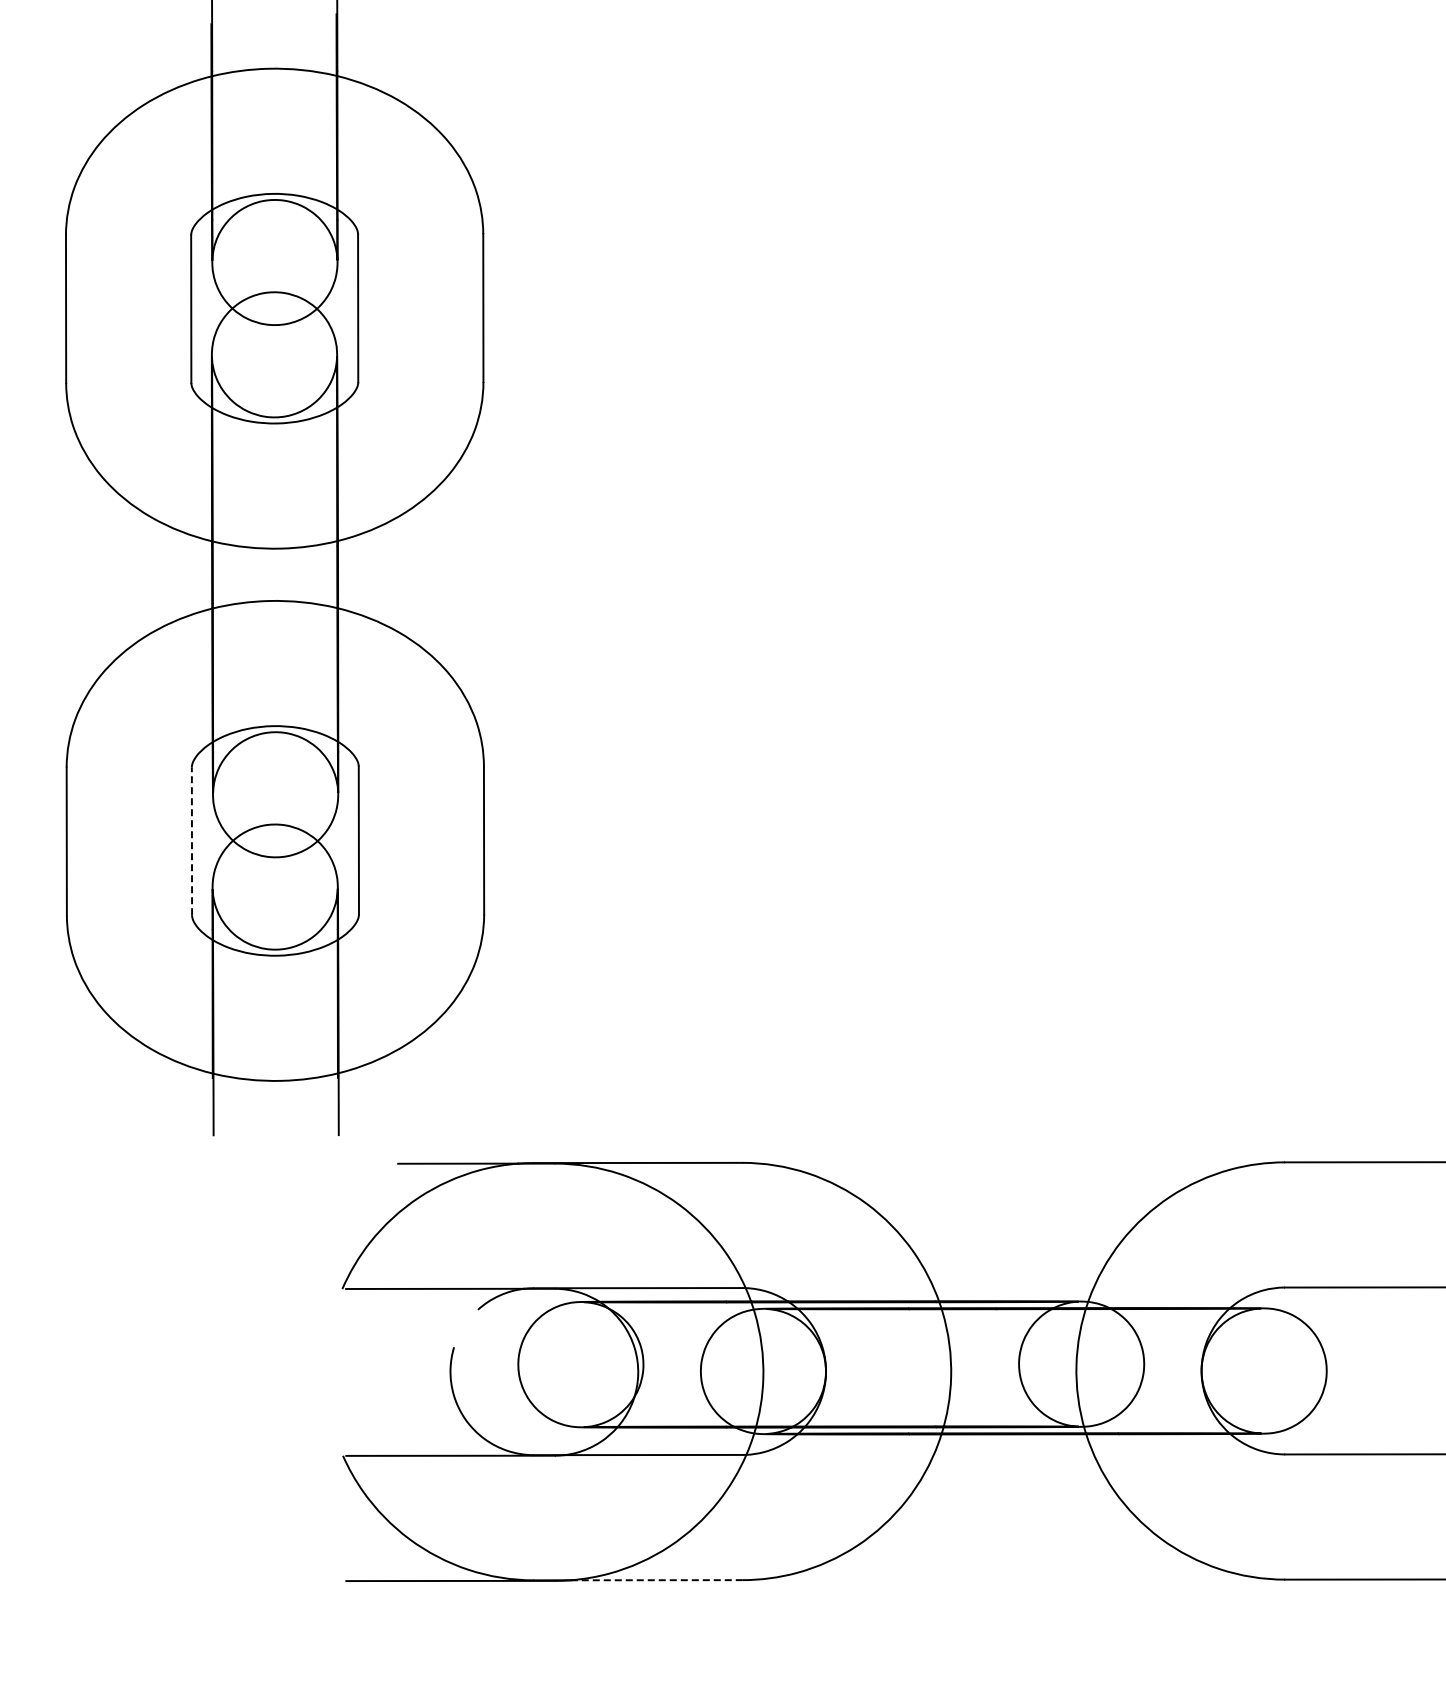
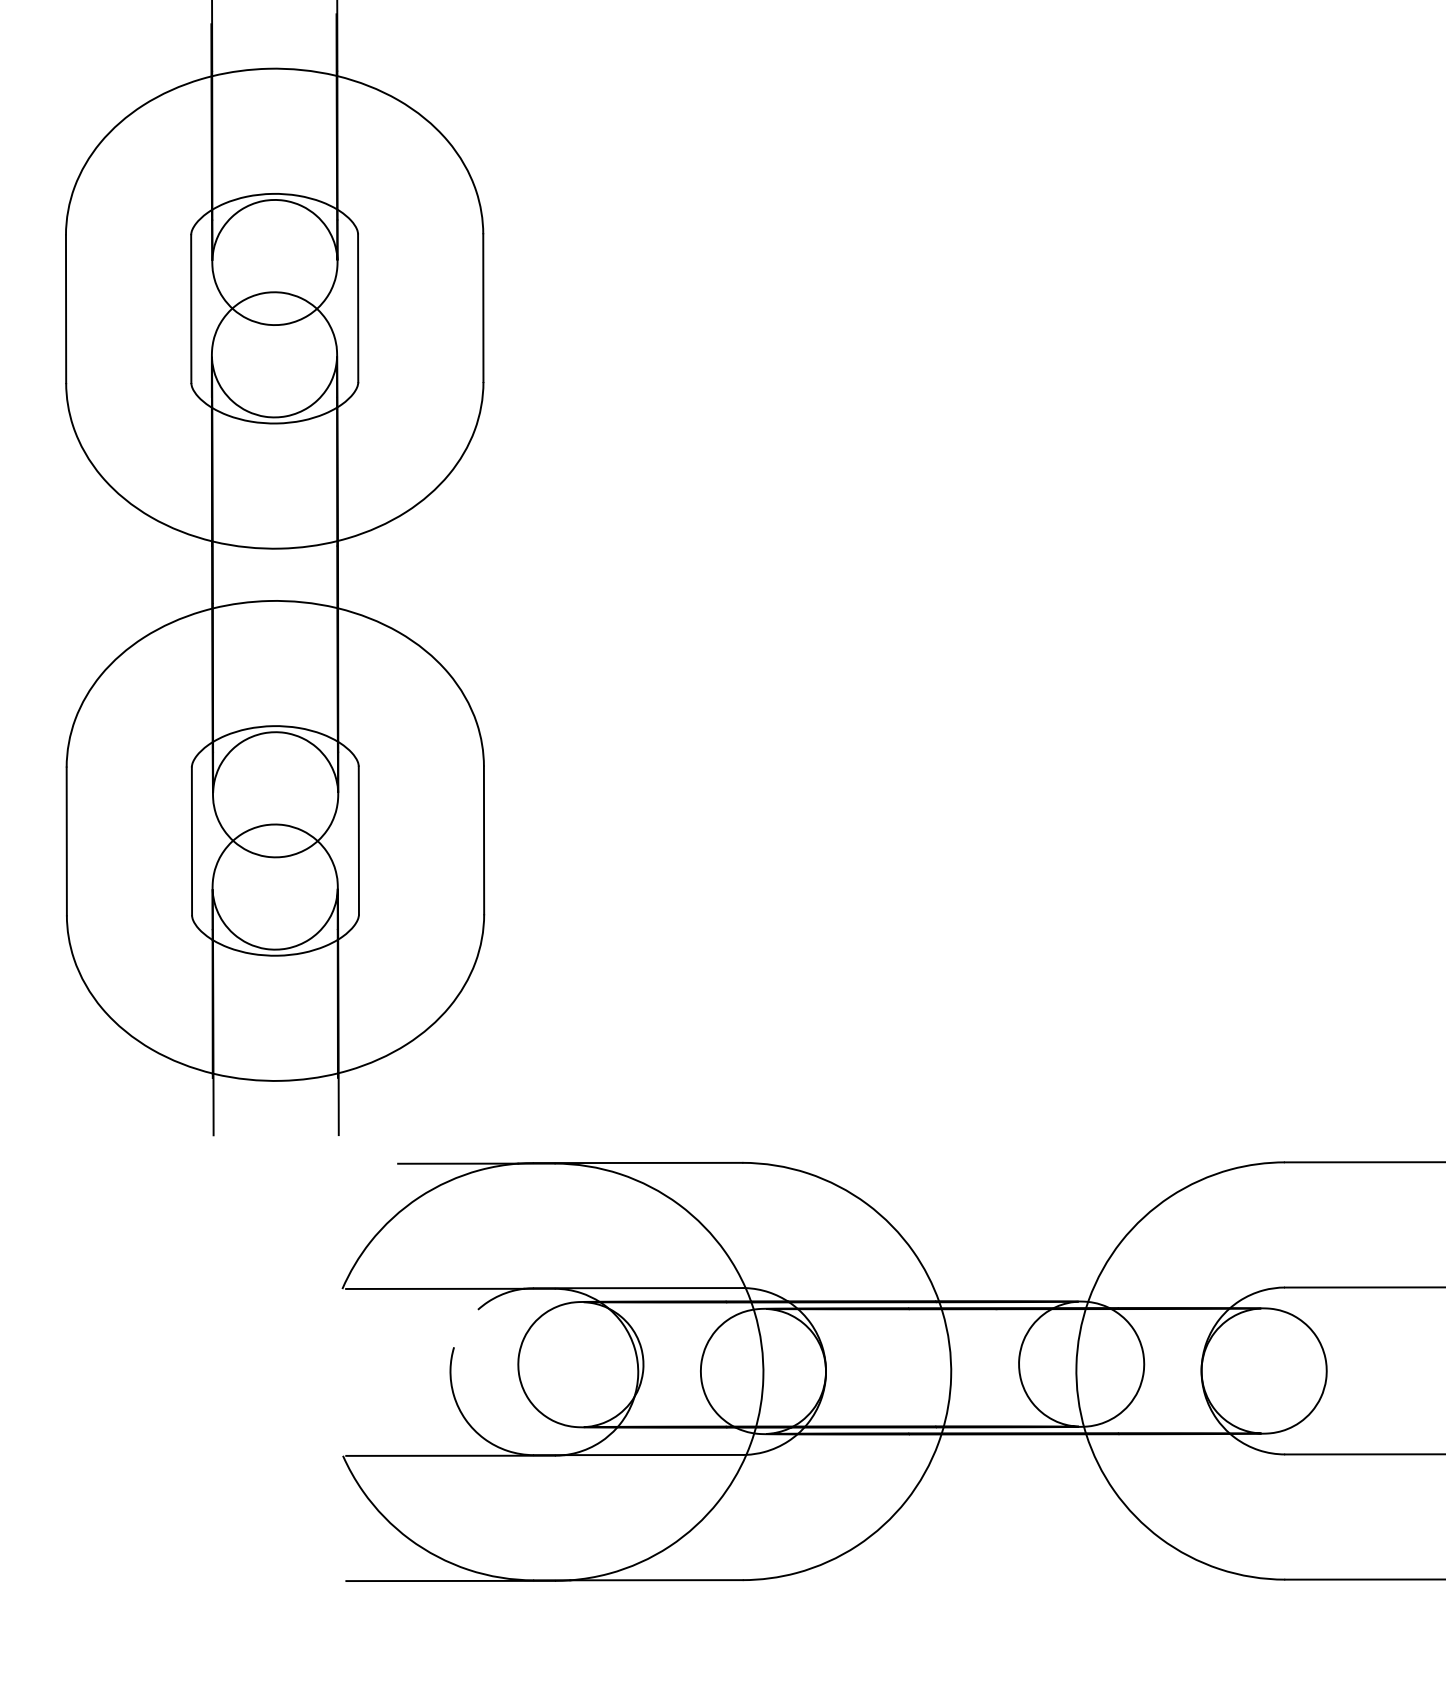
line at (191, 841): dashed -> solid
line at (656, 1580): dashed -> solid
